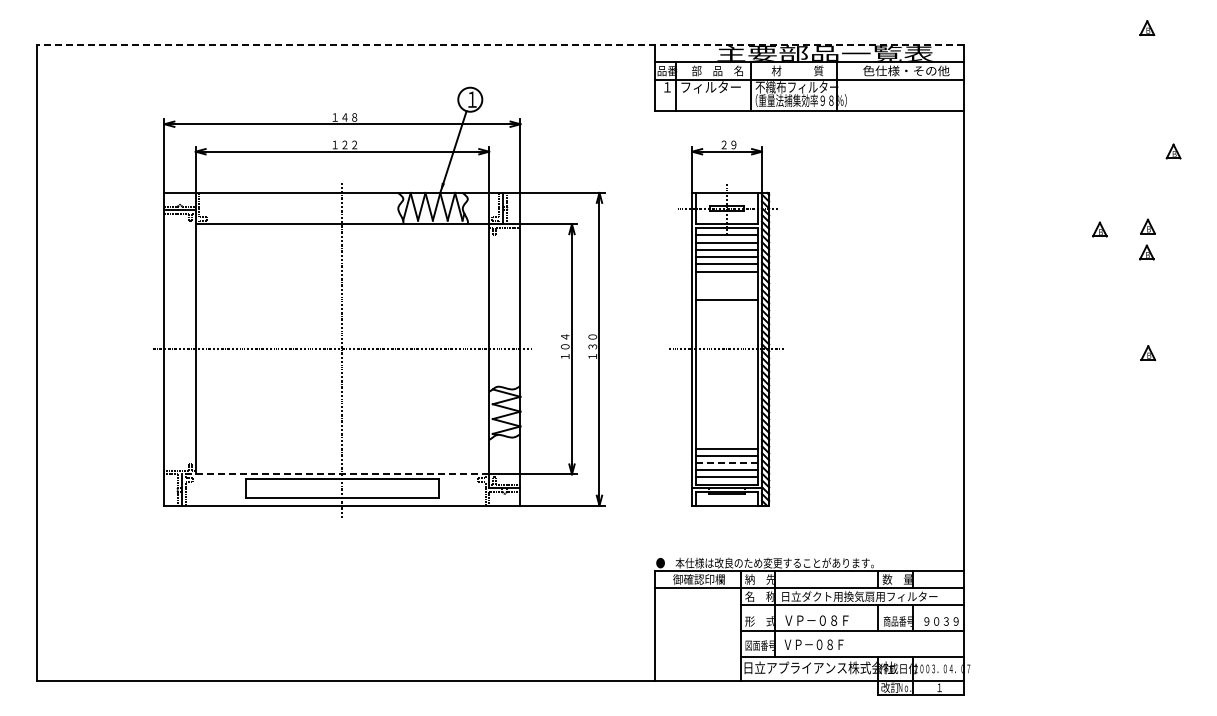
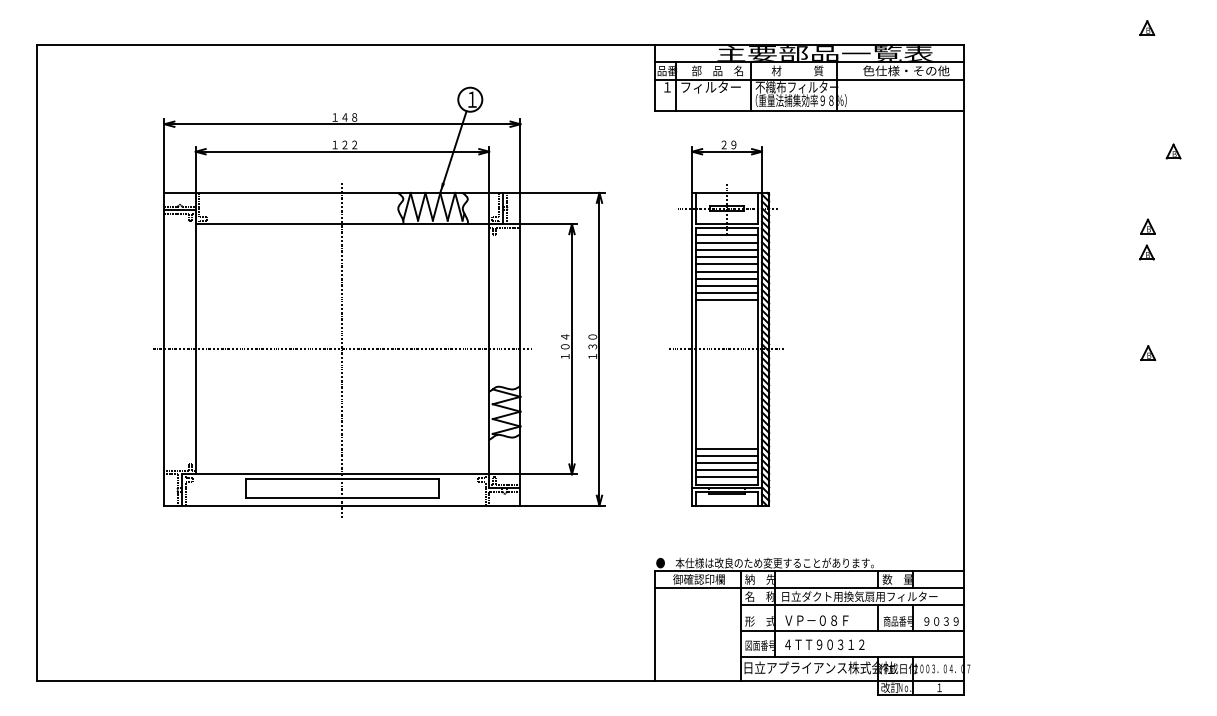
line at (500, 45): dashed -> solid
part at (1099, 229): present -> none
line at (726, 278): none -> present
line at (726, 286): none -> present
line at (726, 293): none -> present
line at (727, 462): dashed -> solid
line at (335, 474): dashed -> solid
text at (824, 644): ＶＰ－０８Ｆ -> ４ＴＴ９０３１２
